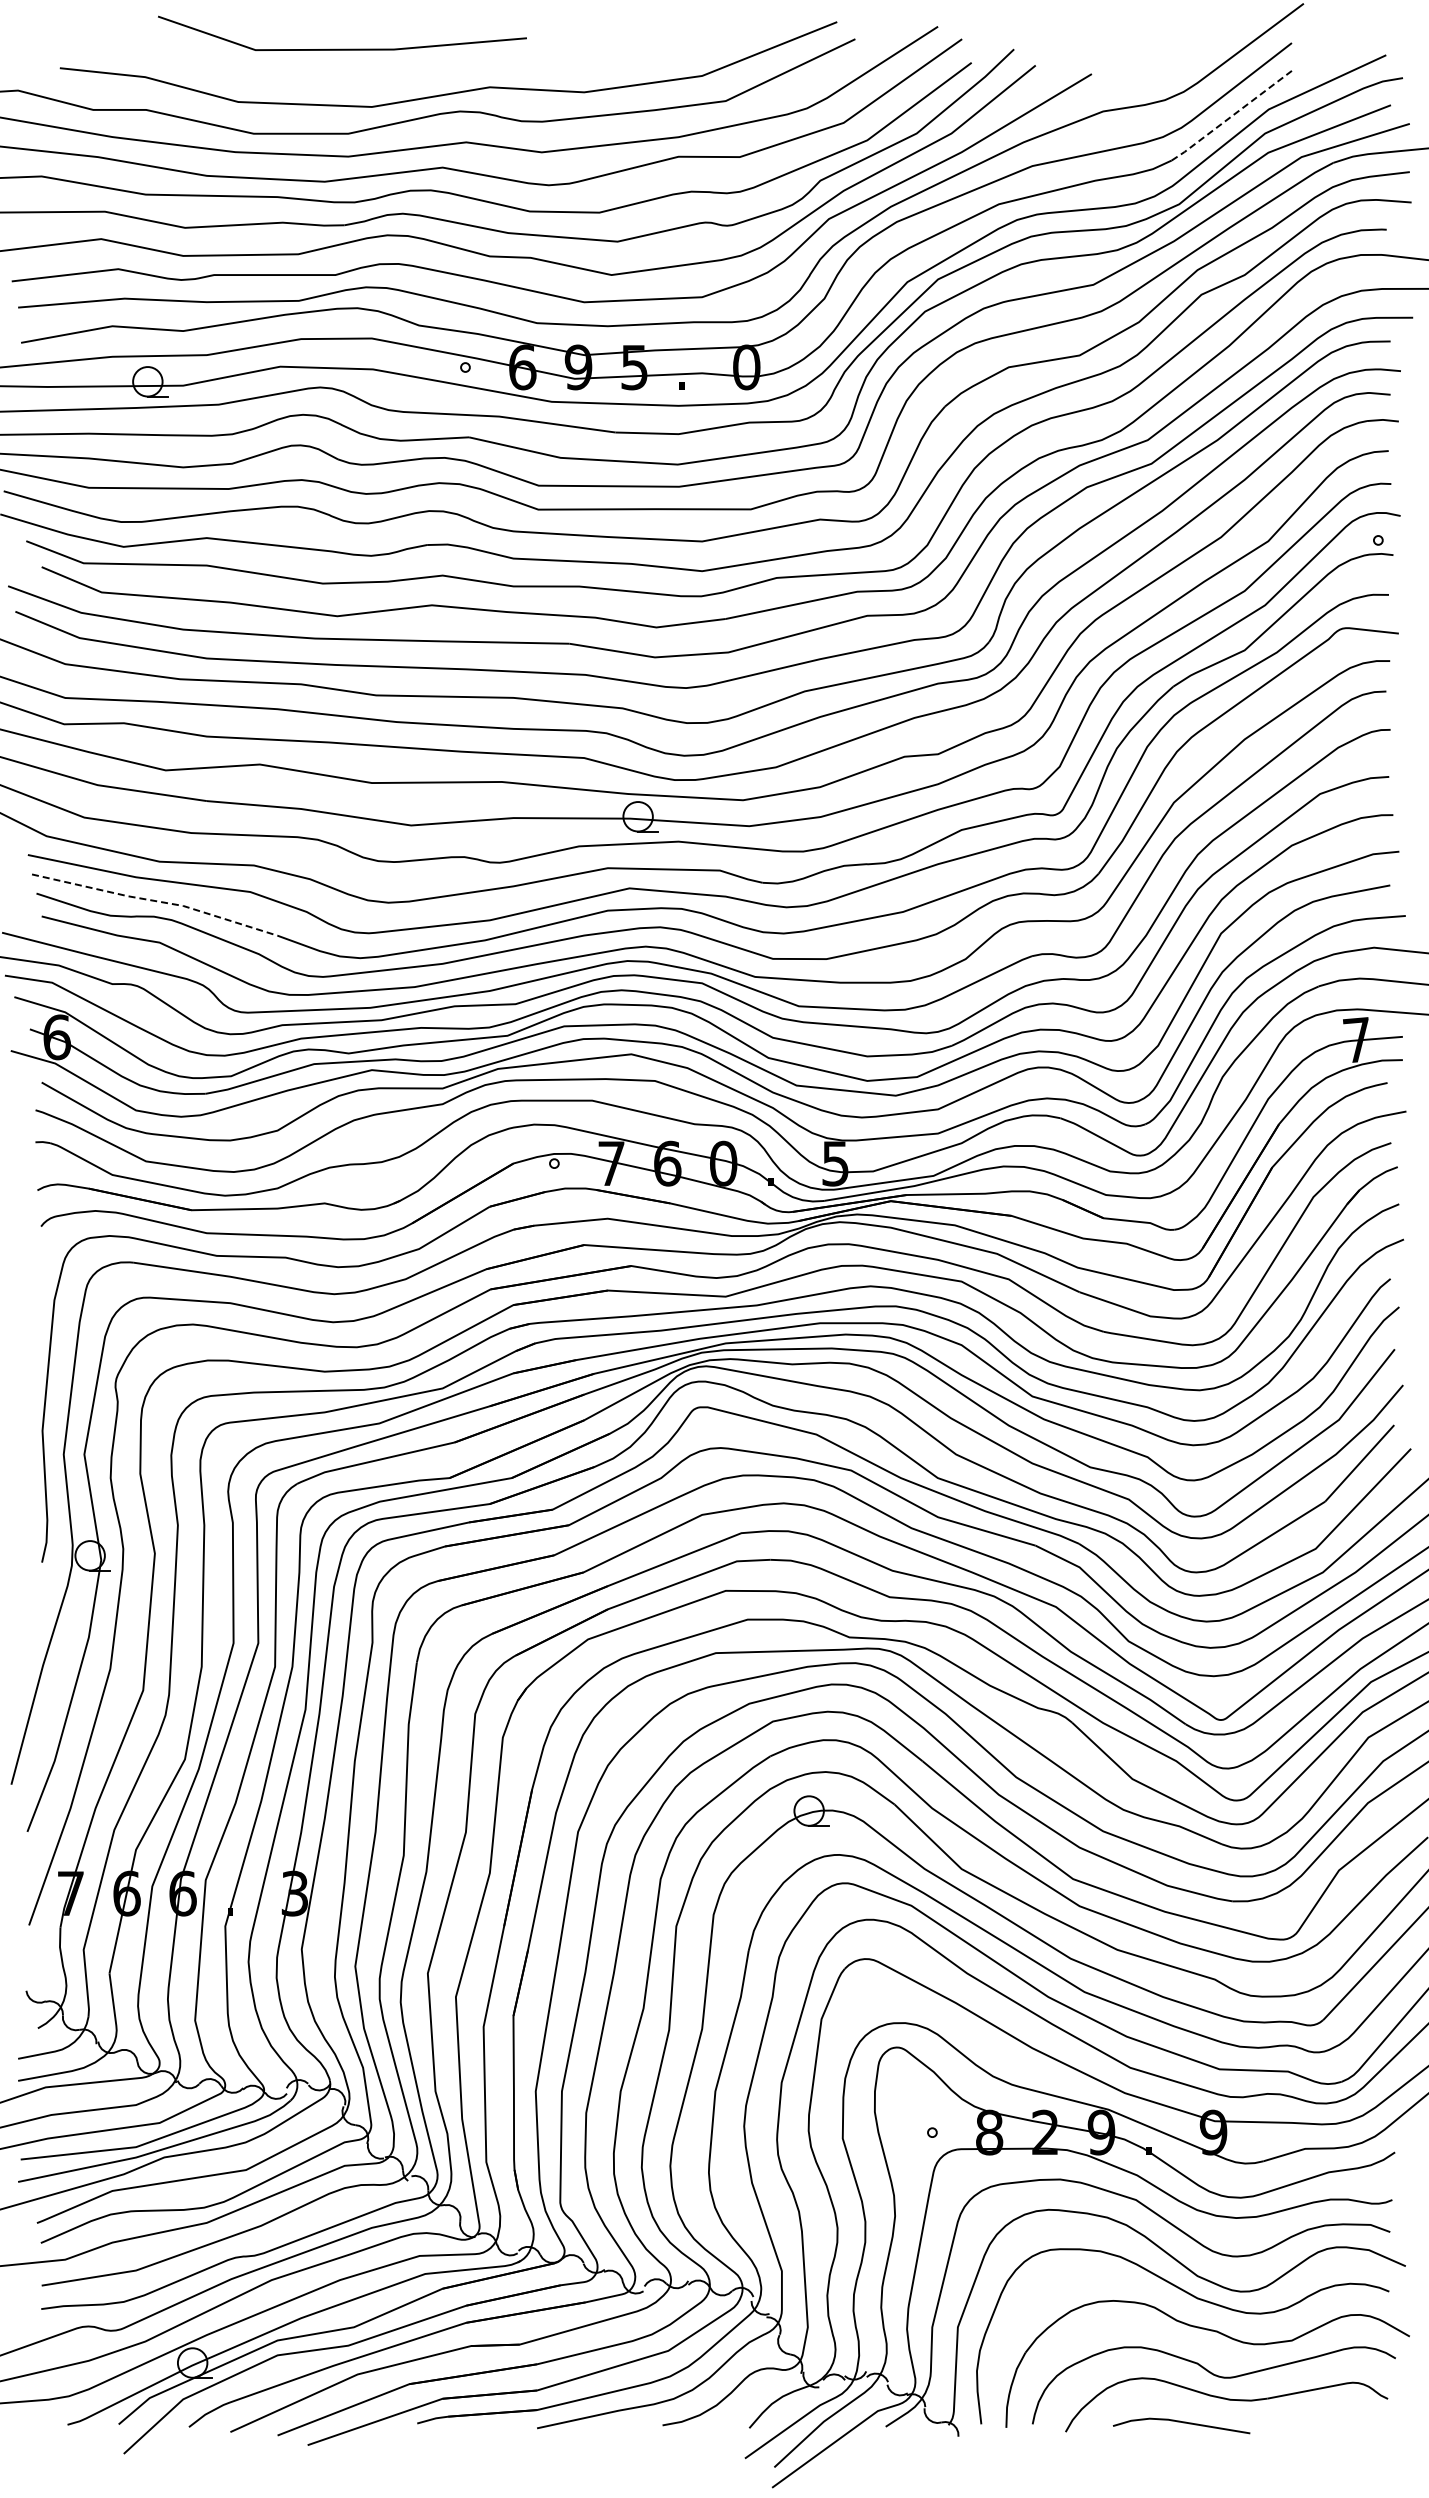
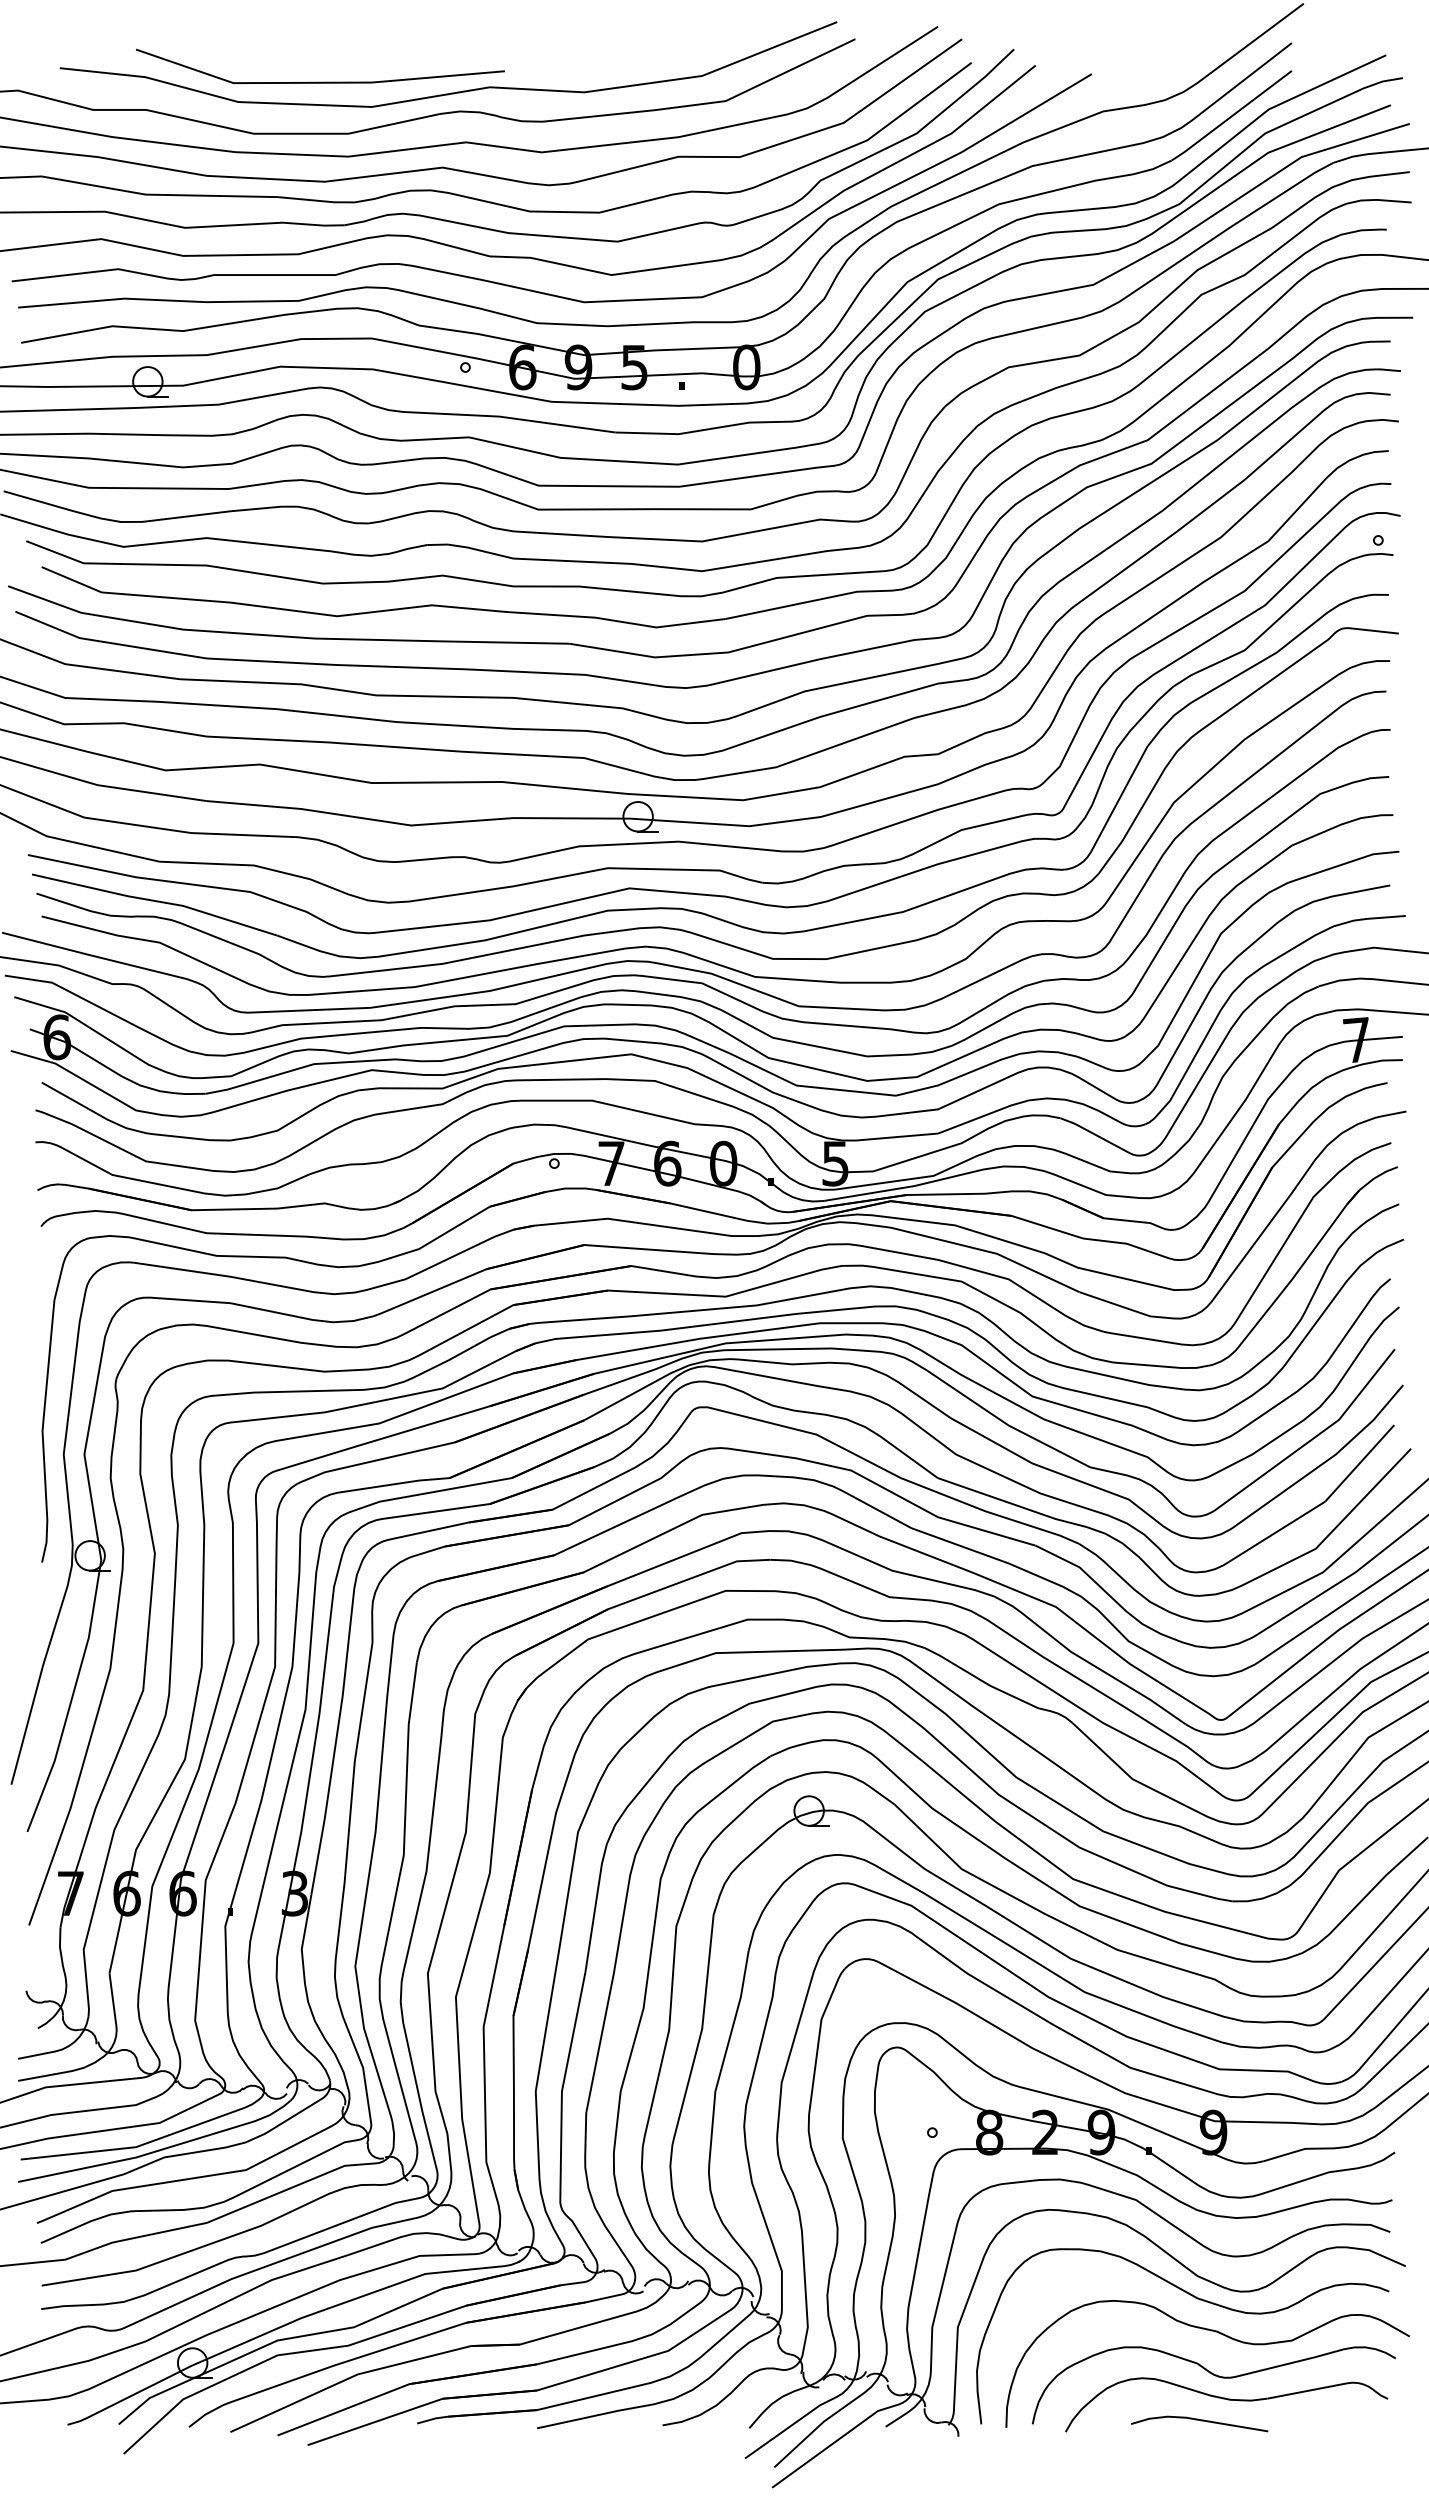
line at (342, 48) position: (342, 48) -> (320, 81)
line at (1231, 116): dashed -> solid
line at (155, 901): dashed -> solid
curve at (1183, 2423) position: (1183, 2423) -> (1201, 2421)
